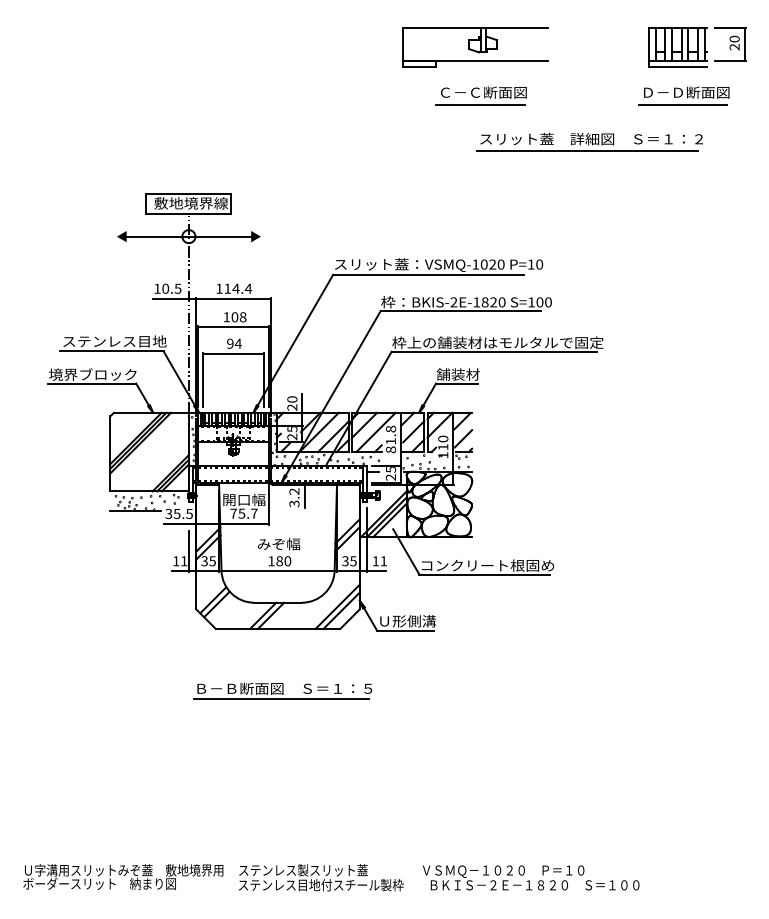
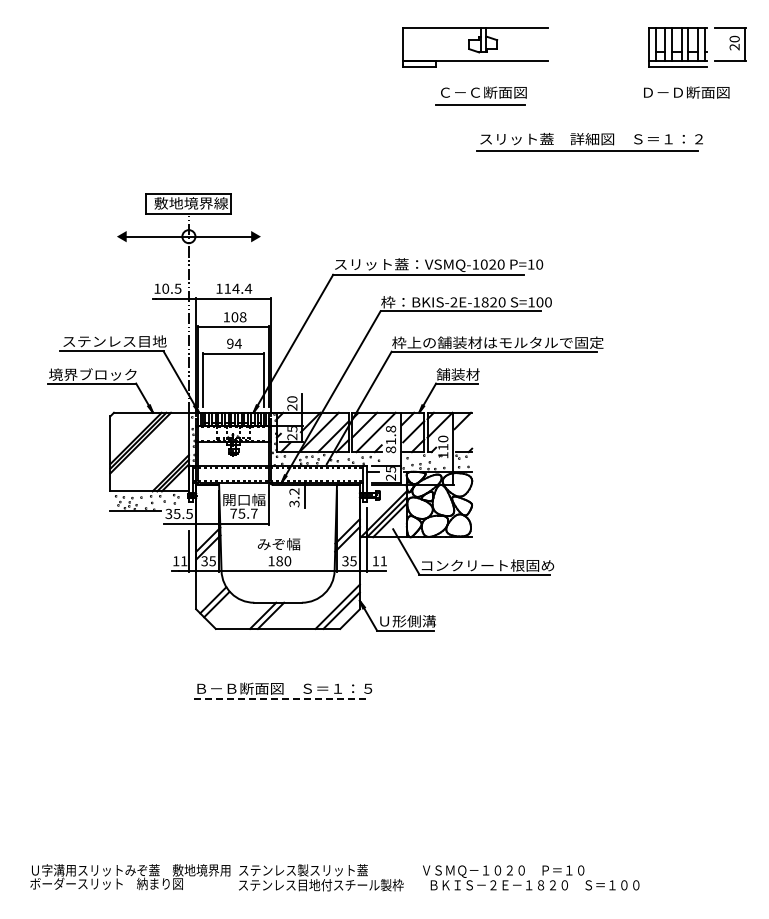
line at (682, 104): present -> none
line at (463, 438): present -> none
line at (281, 698): solid -> dashed
text at (123, 876) position: (123, 876) -> (130, 876)
